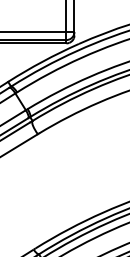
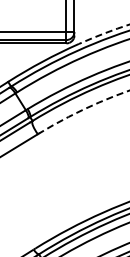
arc at (103, 33): solid -> dashed
arc at (83, 109): solid -> dashed
